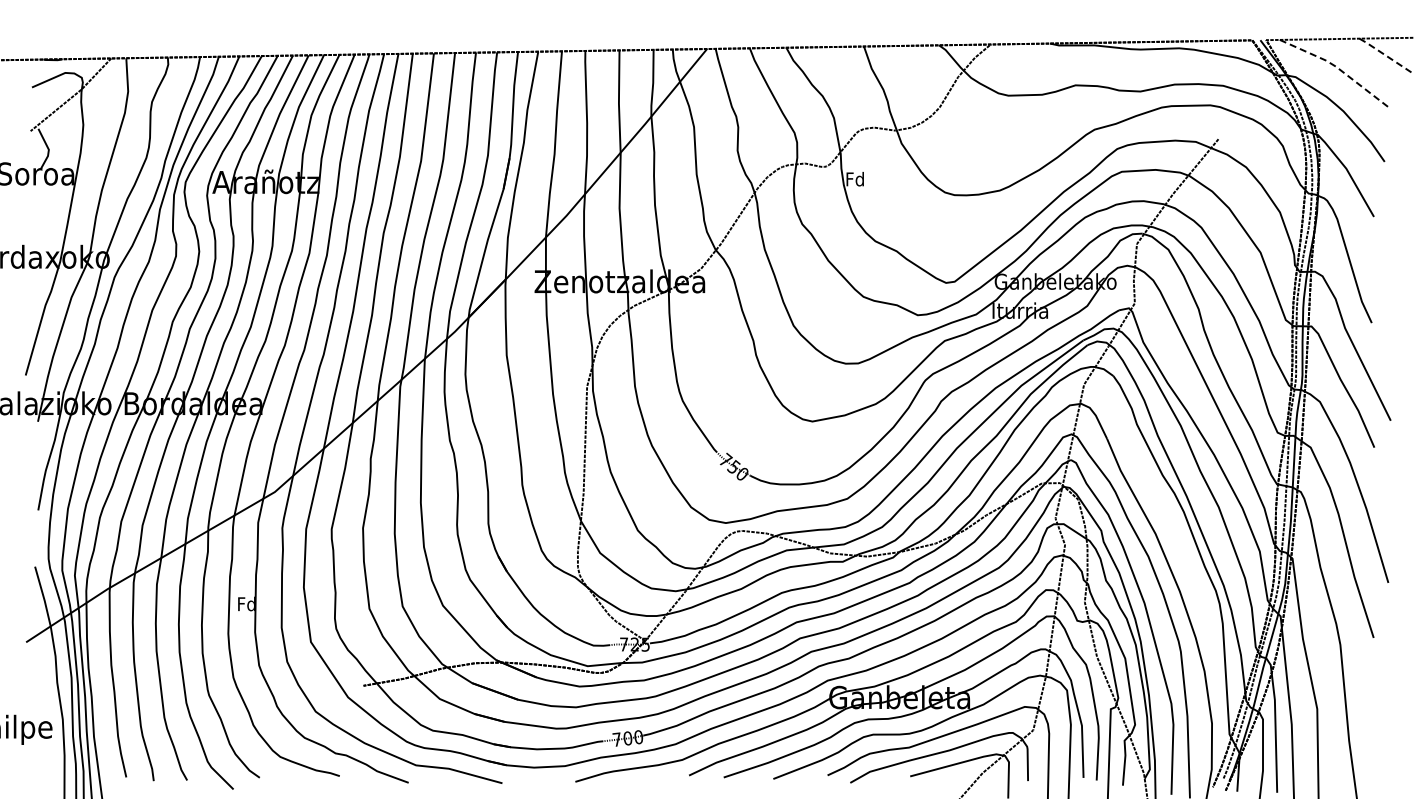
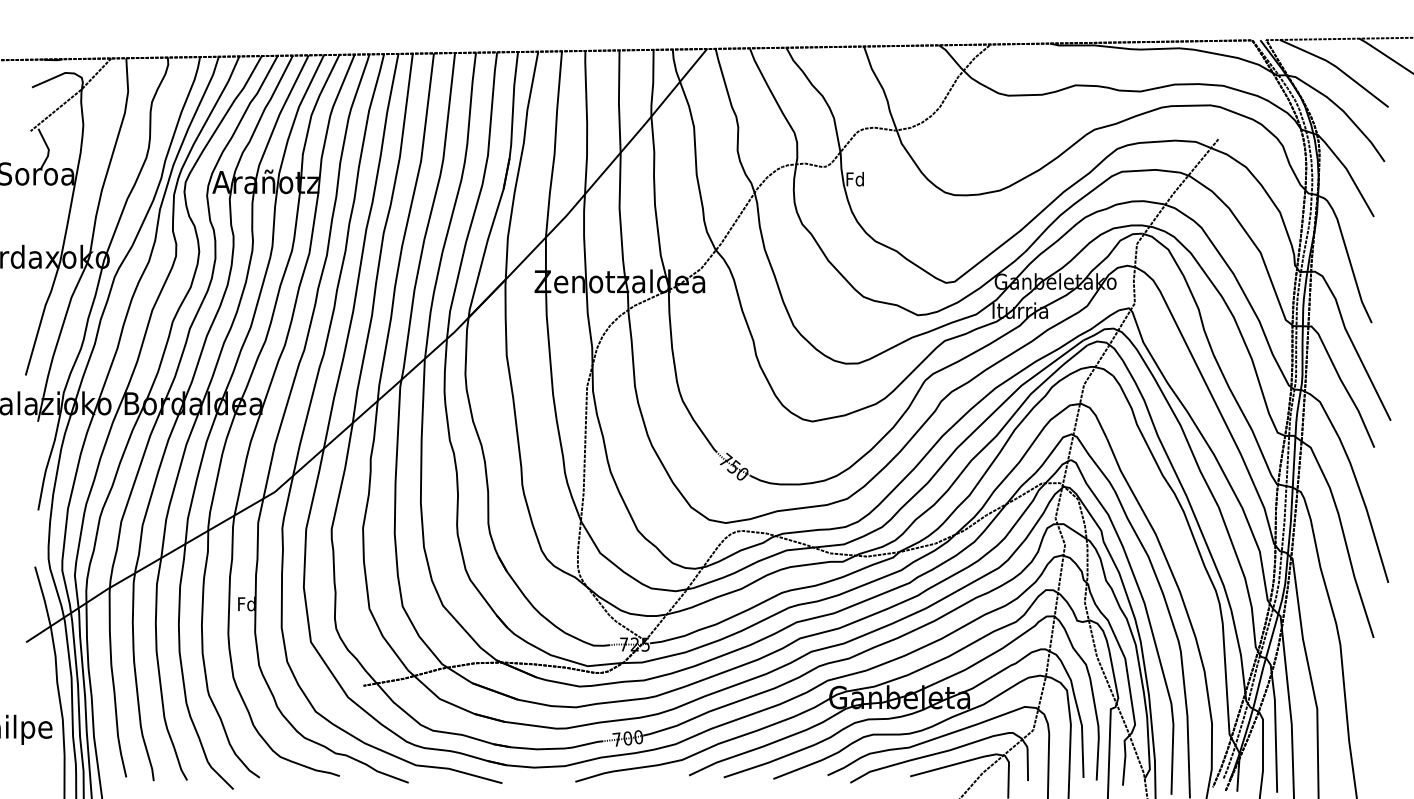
line at (1386, 55): dashed -> solid
line at (1336, 67): dashed -> solid
